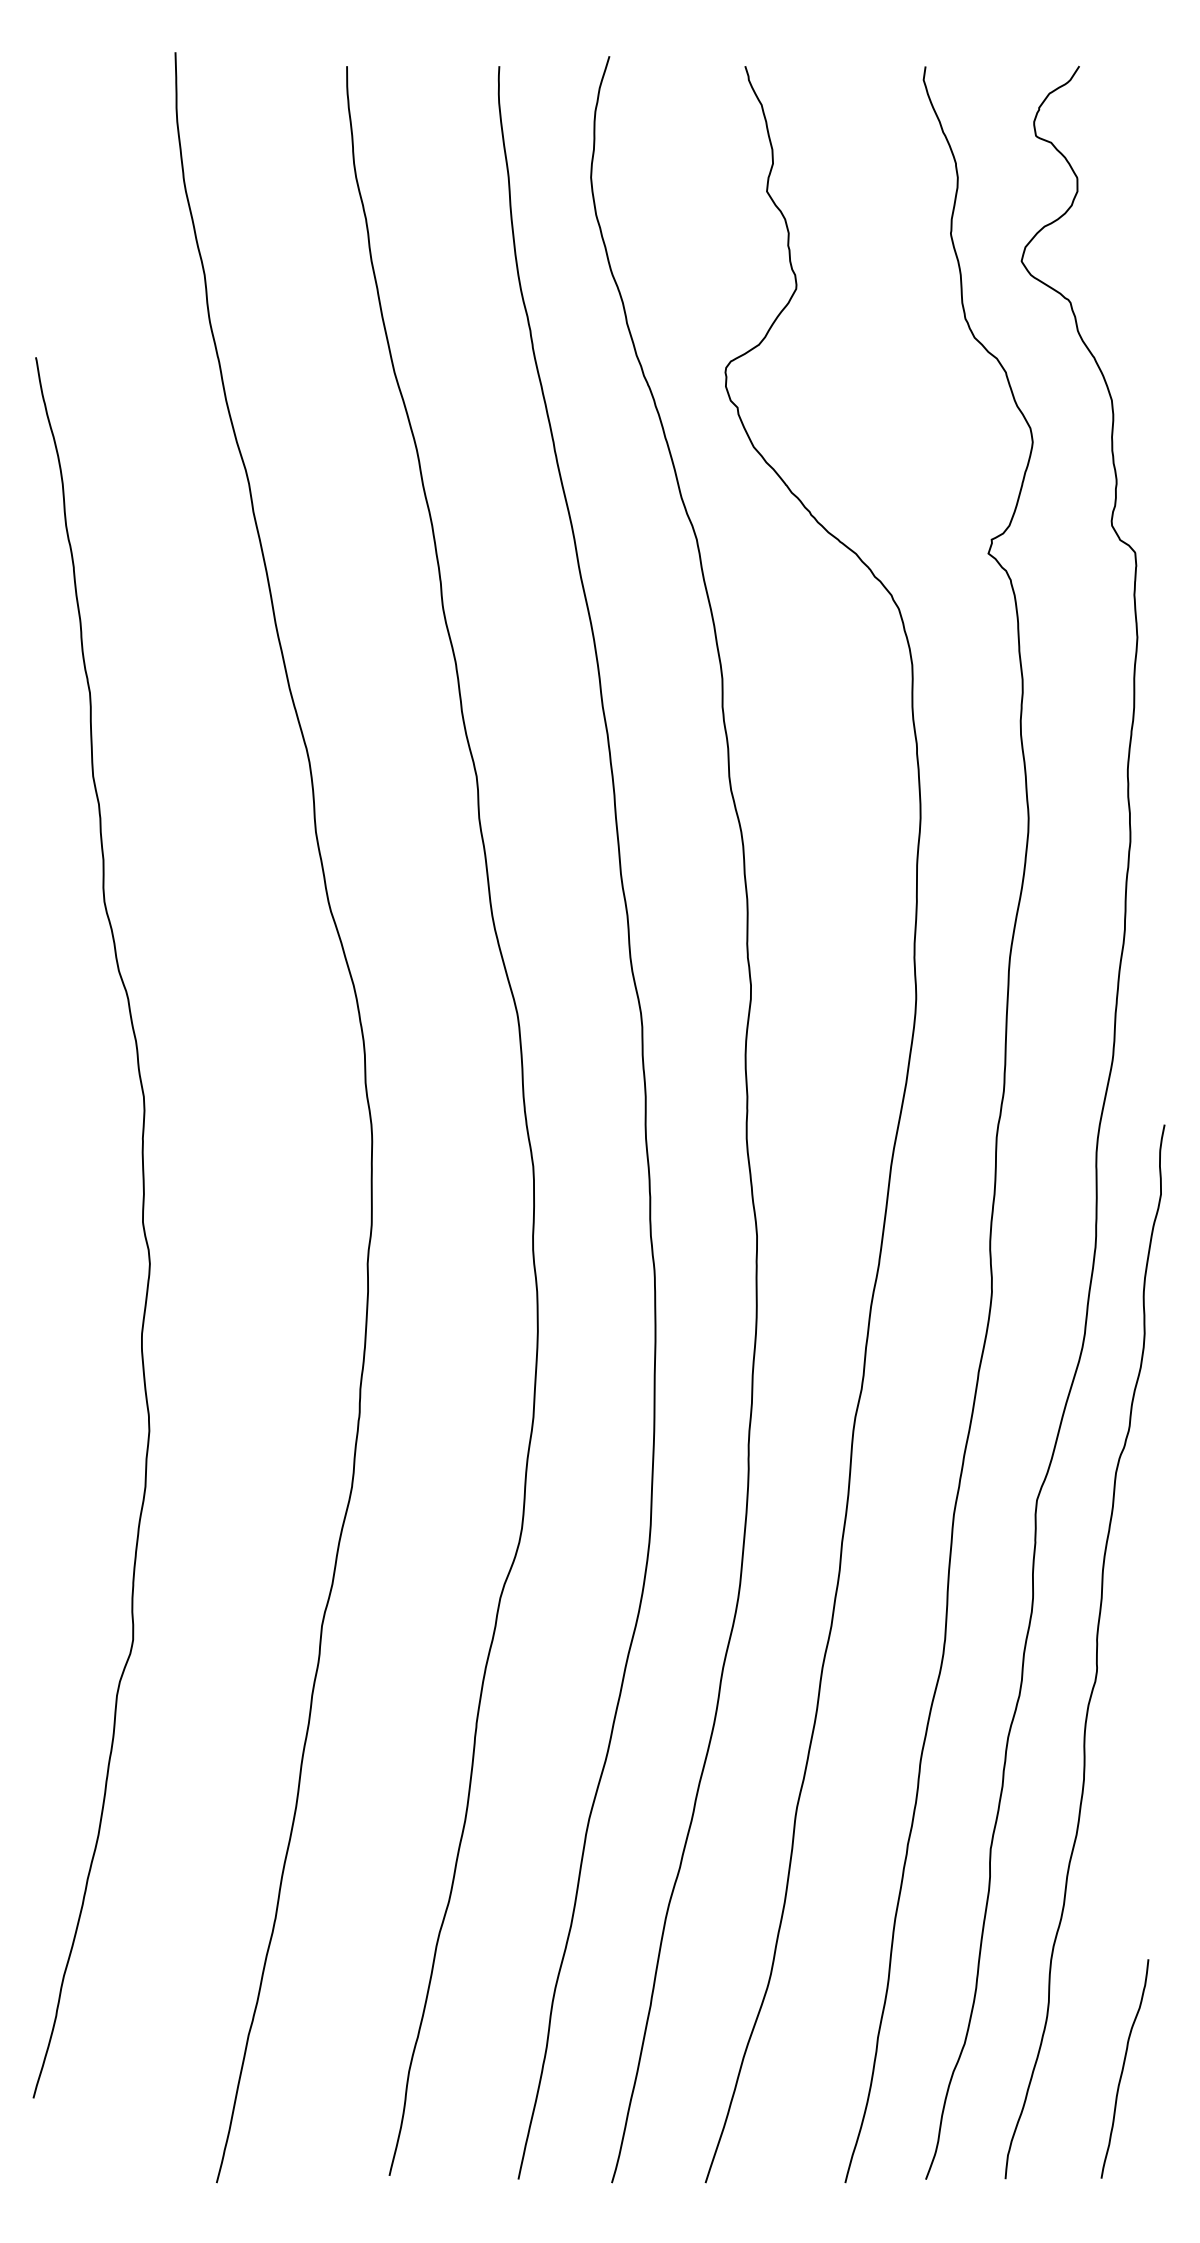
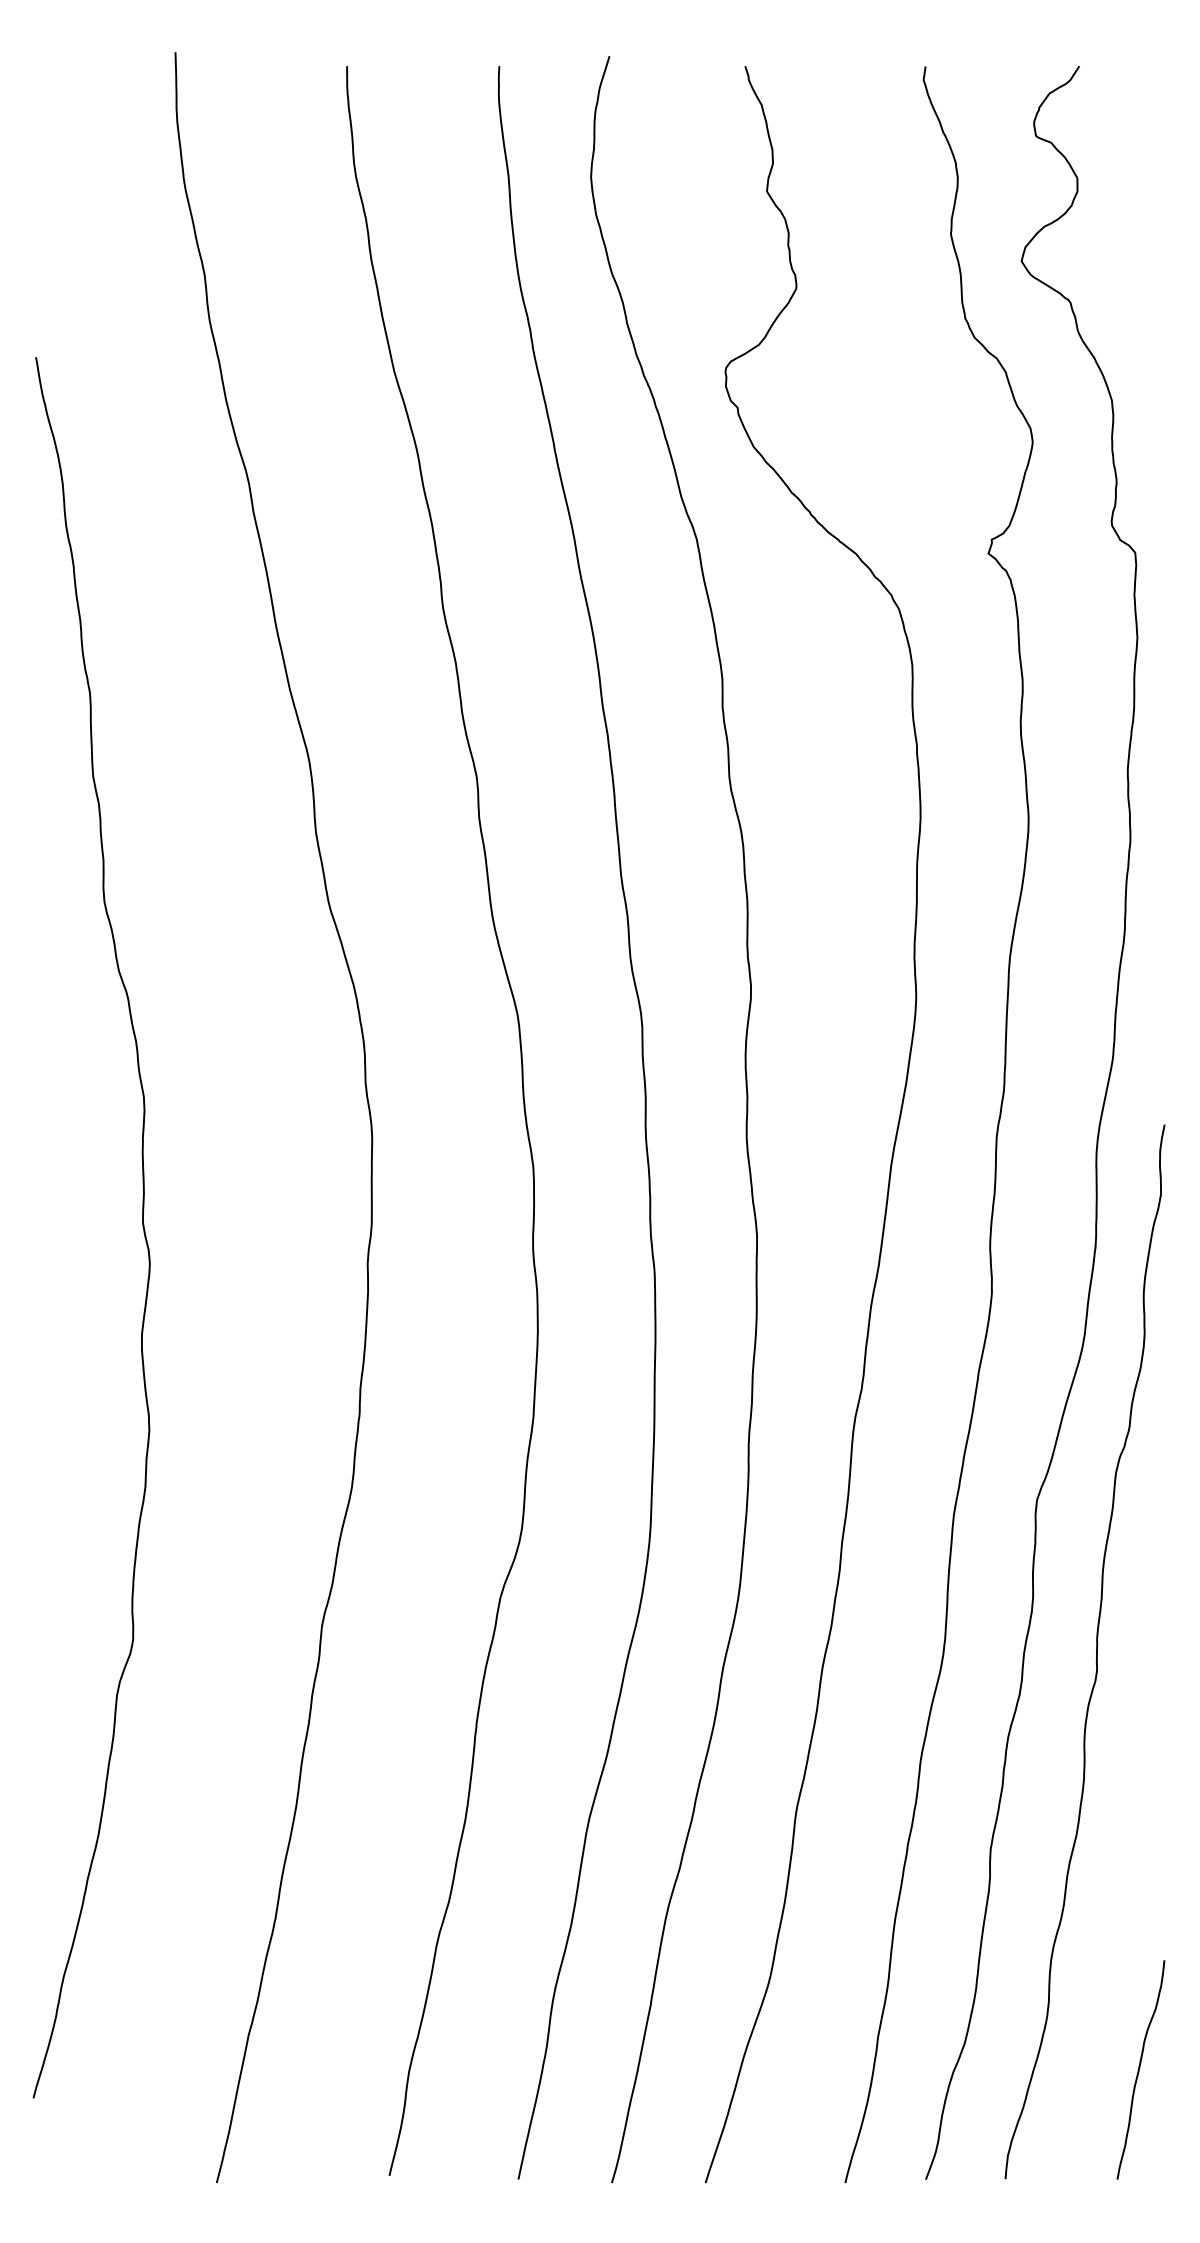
curve at (1124, 2067) position: (1124, 2067) -> (1140, 2068)
